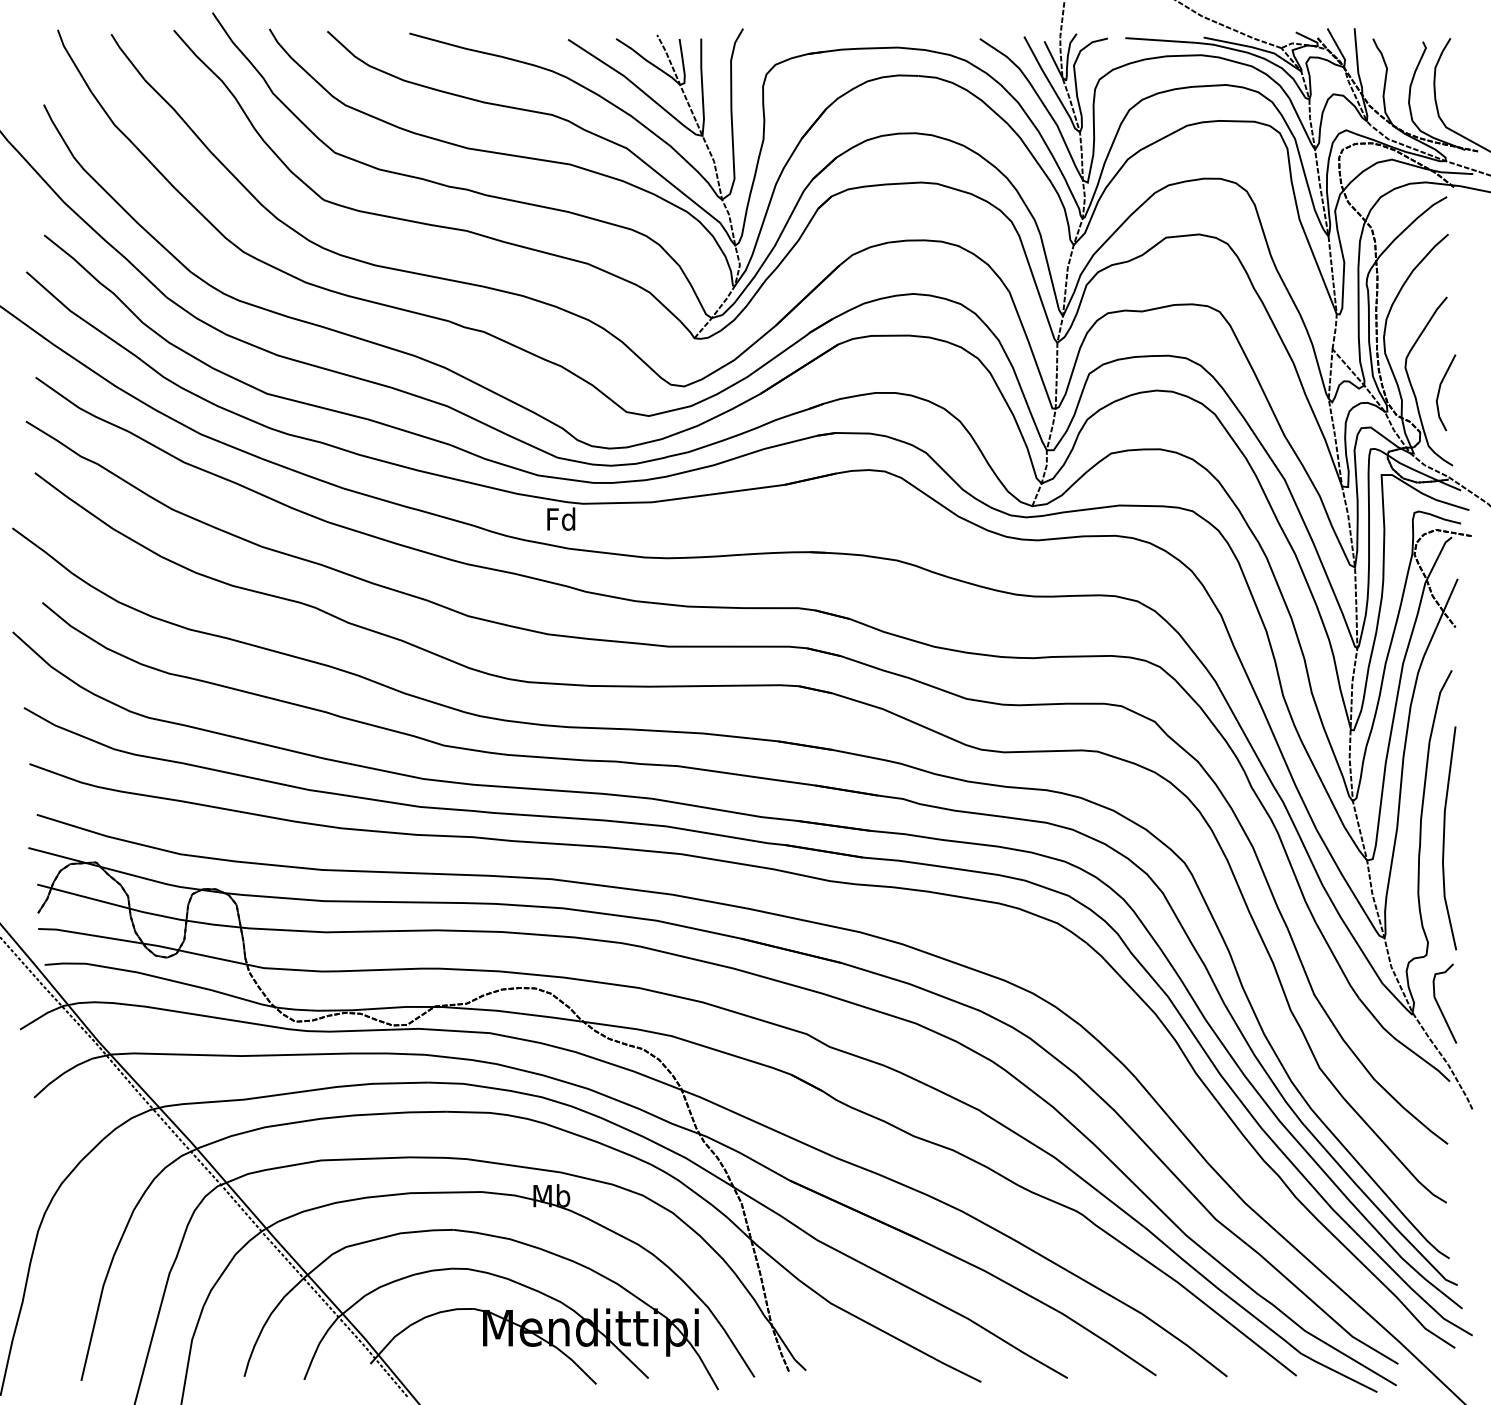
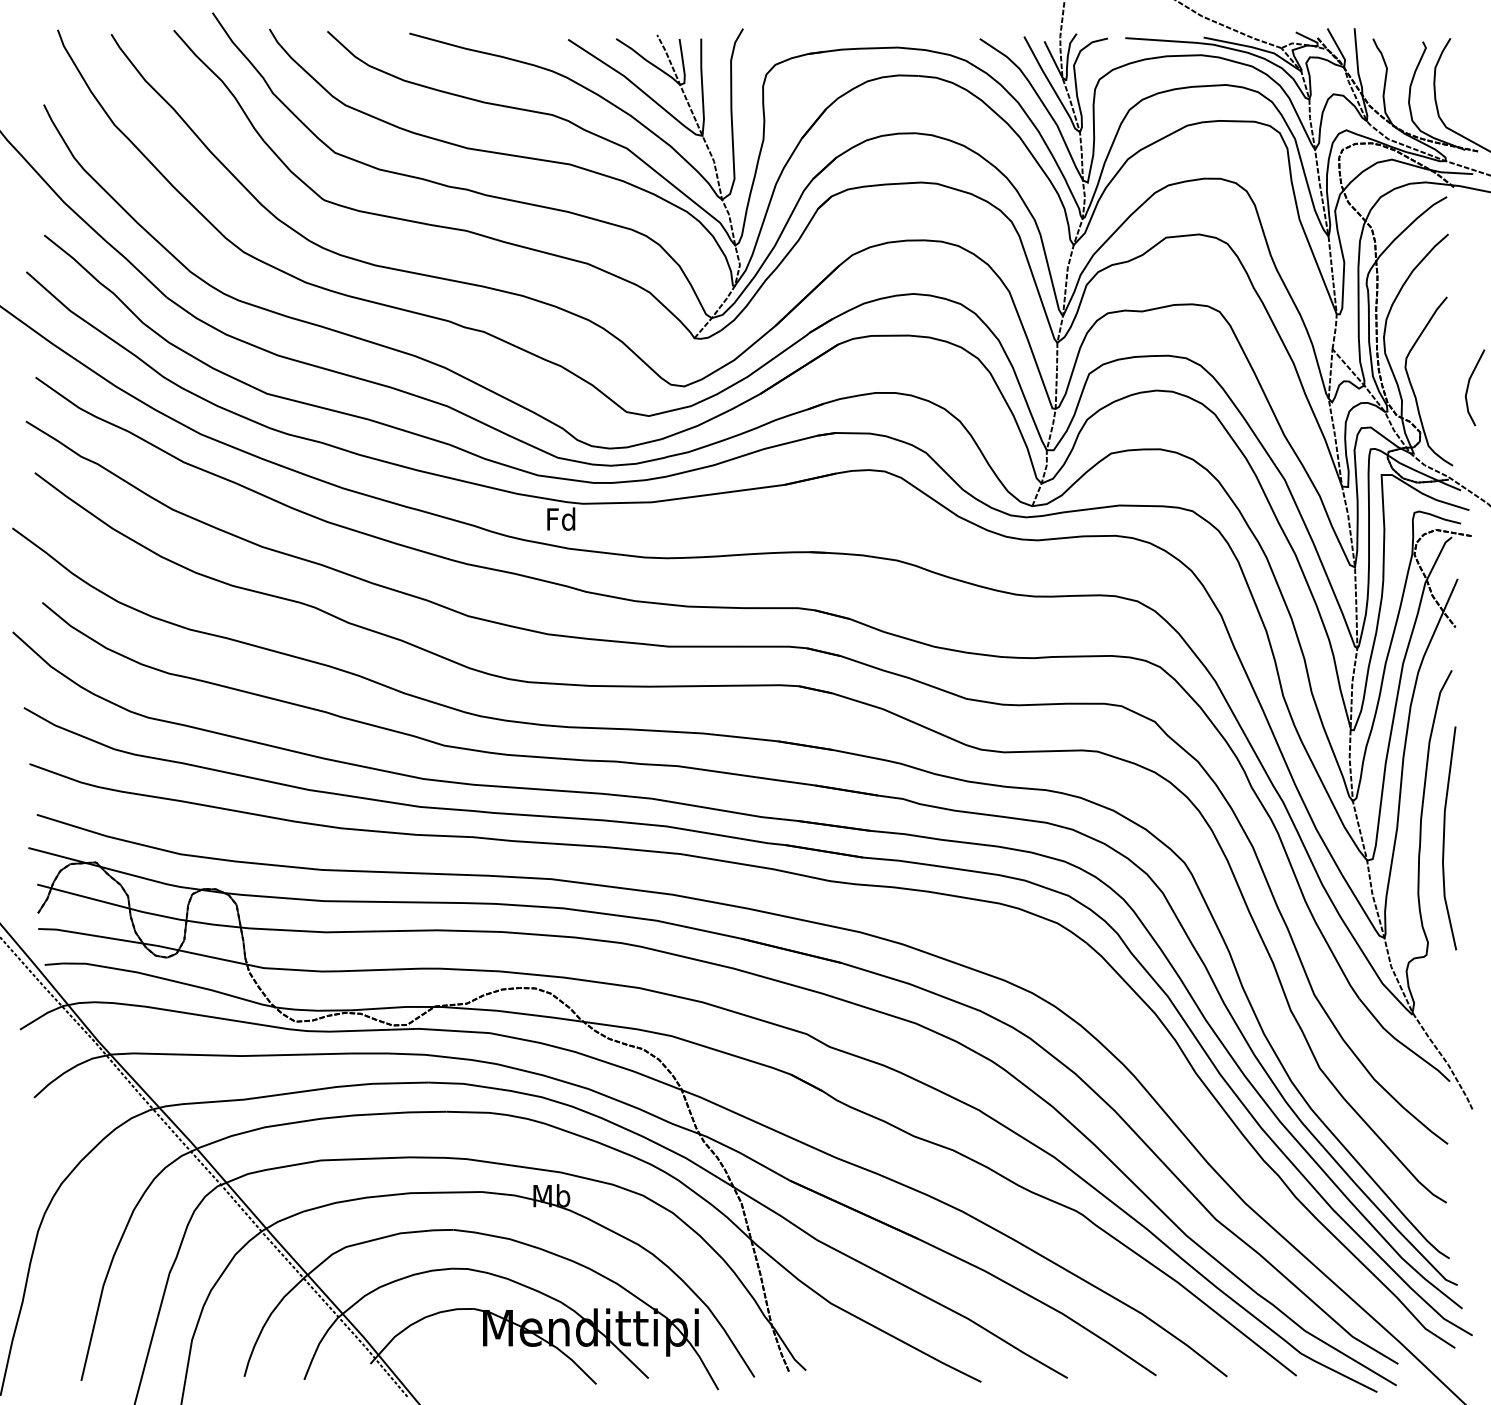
line at (1440, 390) position: (1440, 390) -> (1469, 385)
curve at (1439, 1005): present -> none
